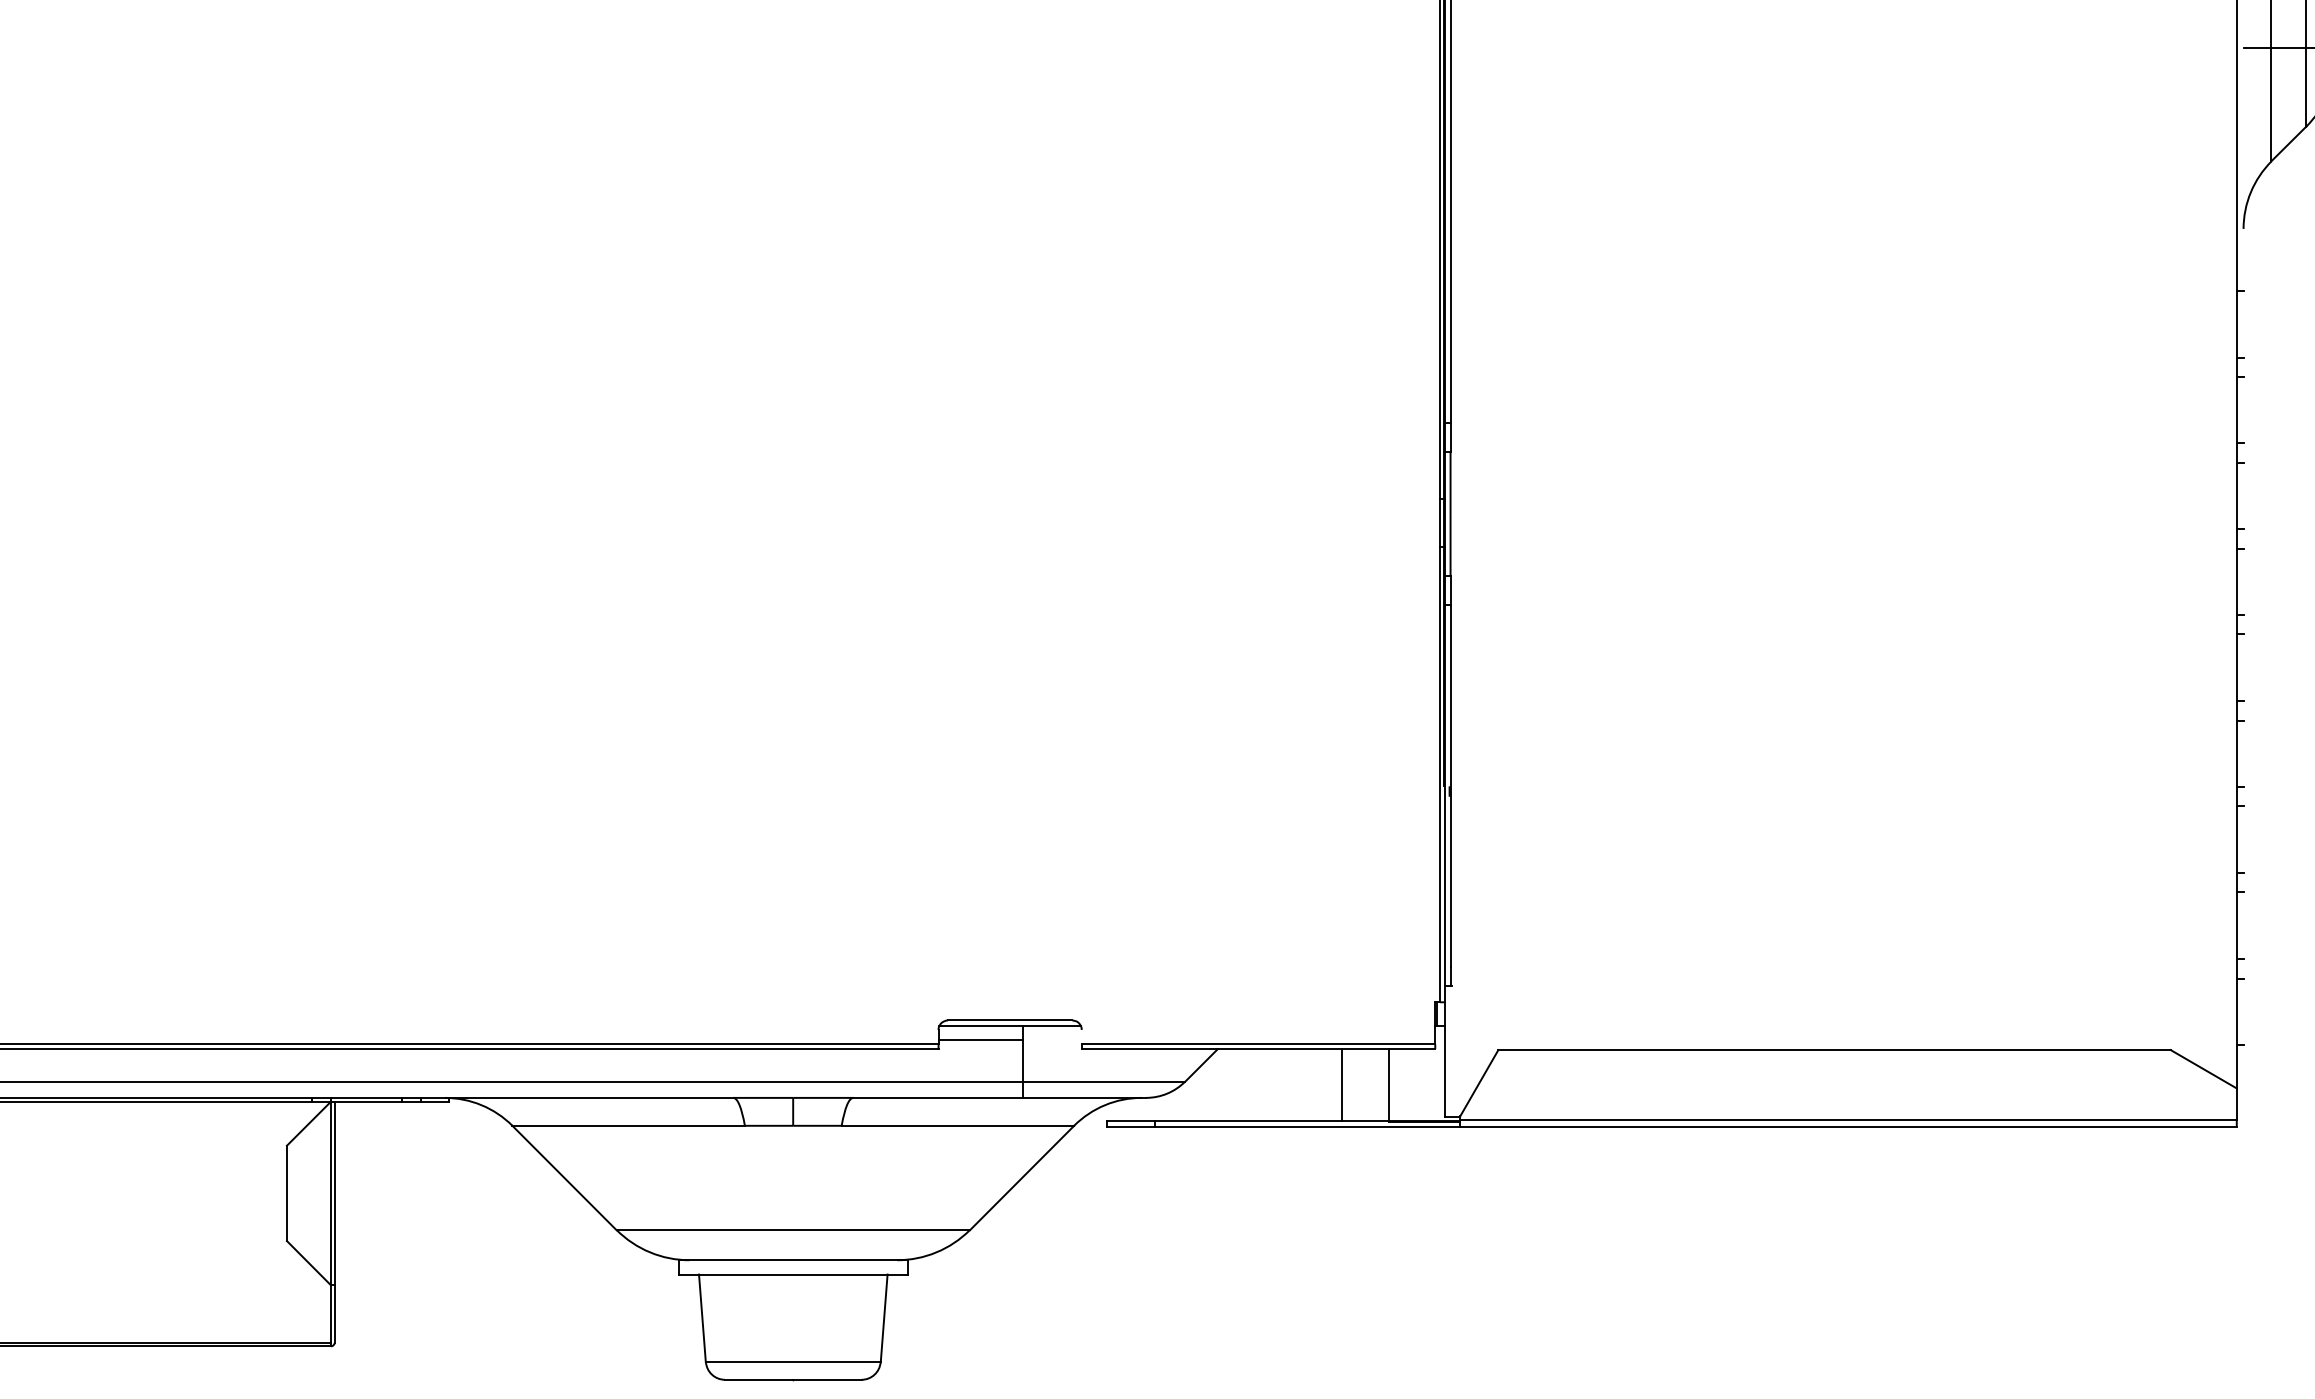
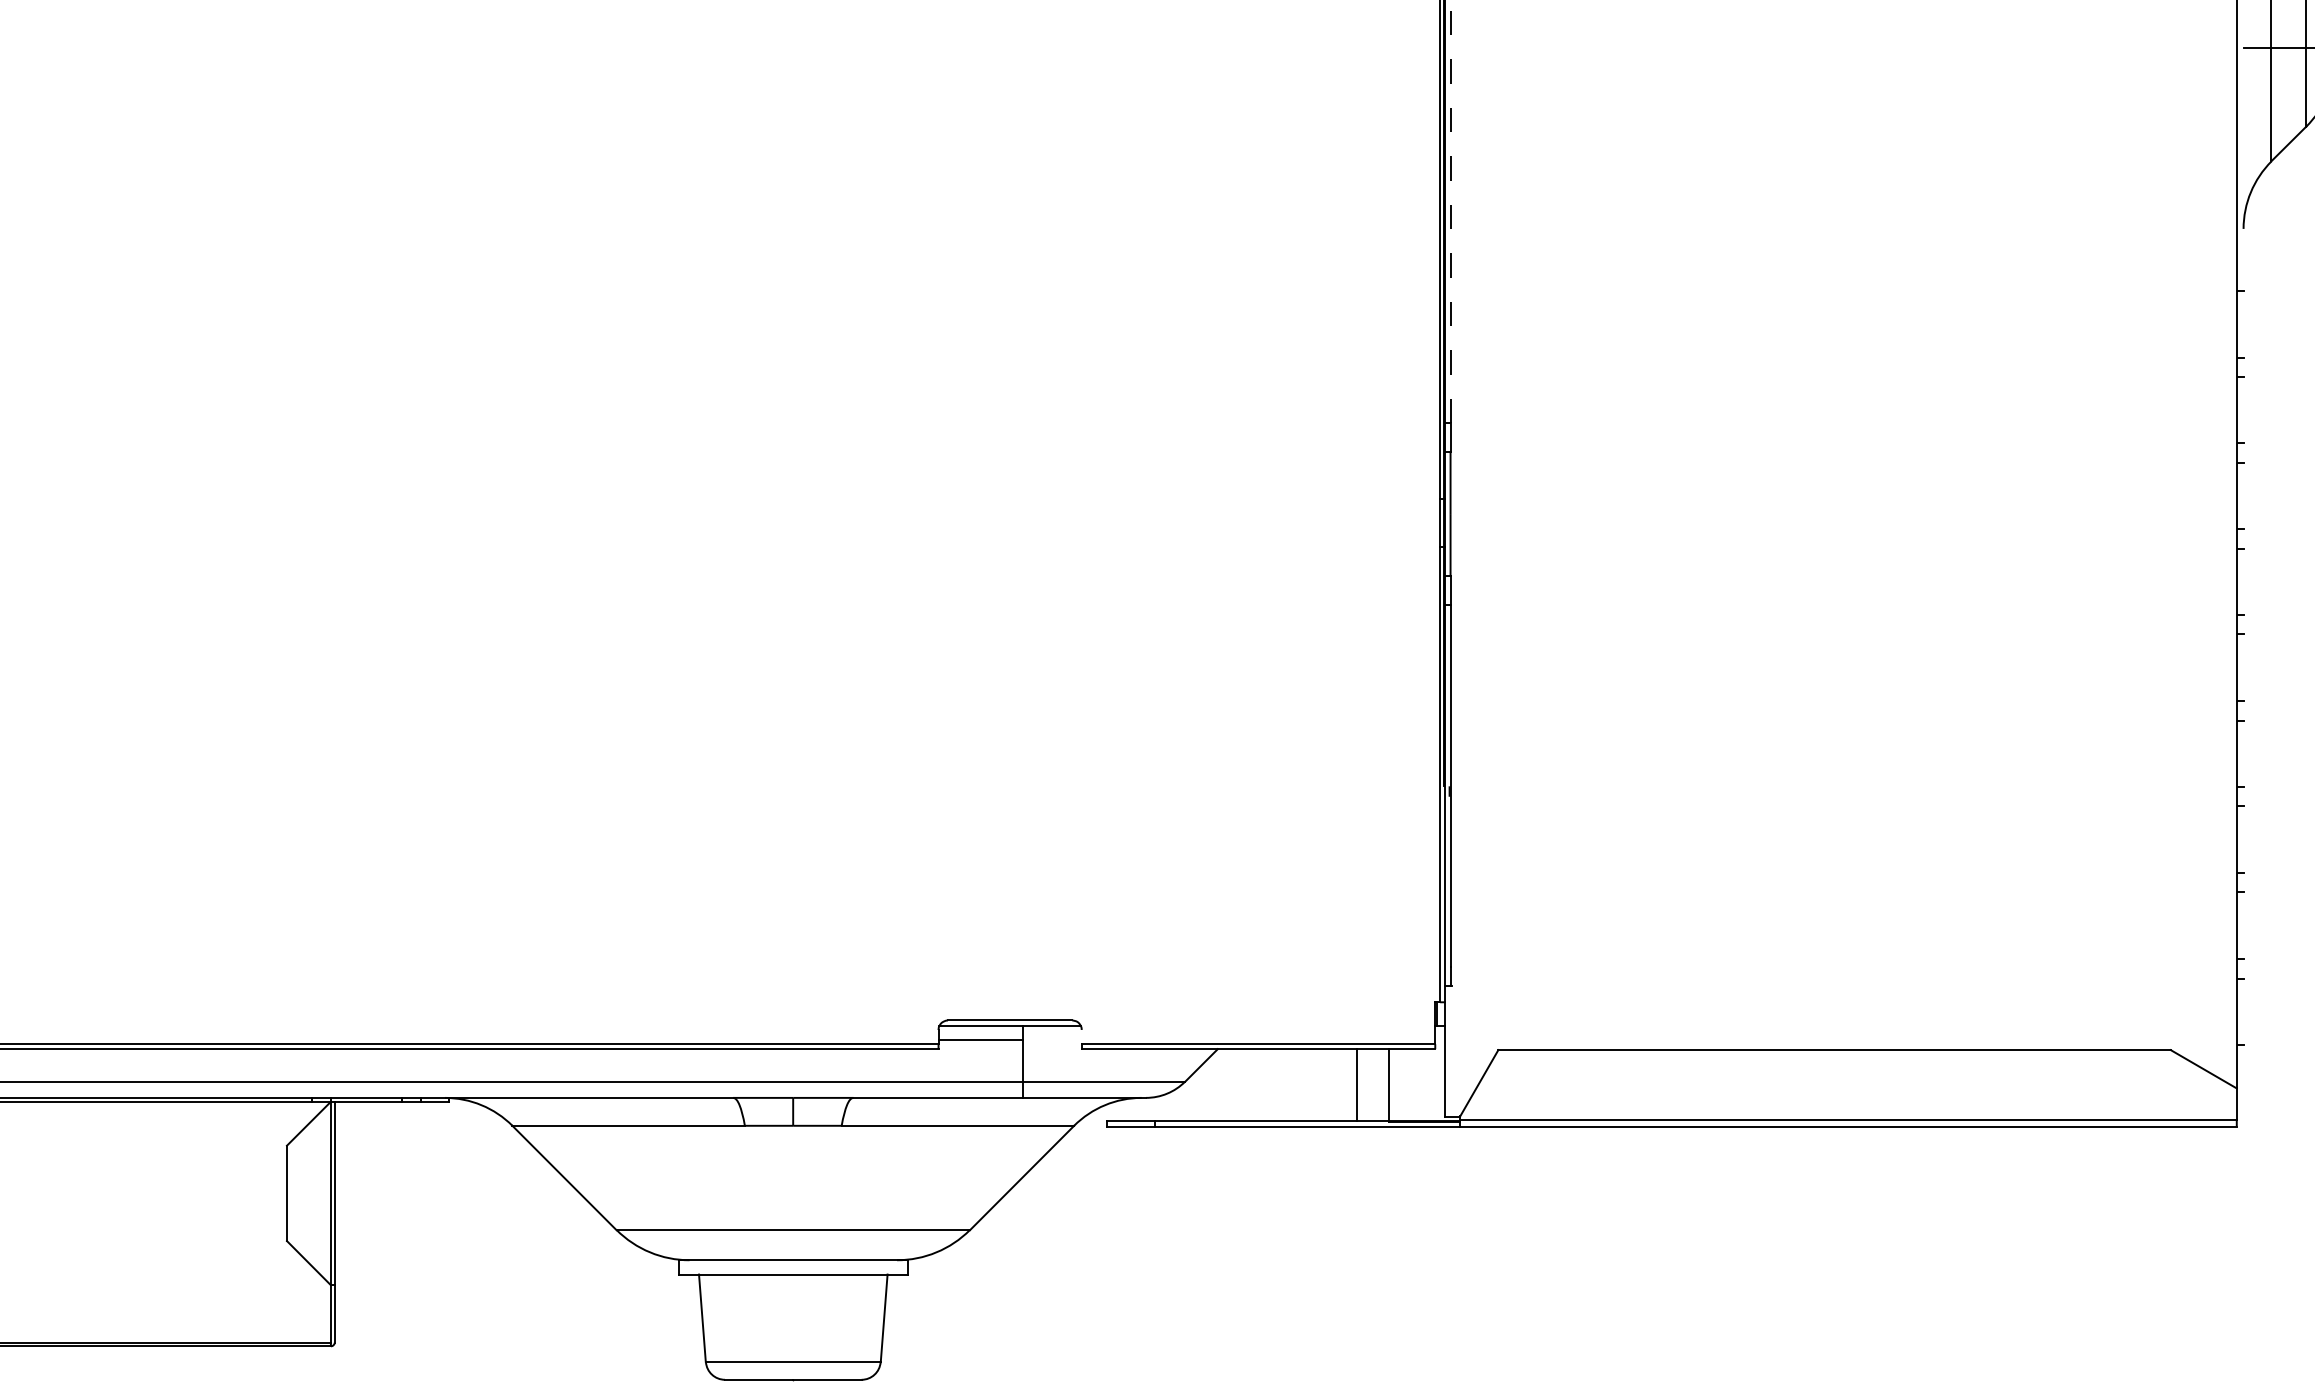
line at (1450, 211): solid -> dashed
line at (1341, 1084) position: (1341, 1084) -> (1356, 1084)
